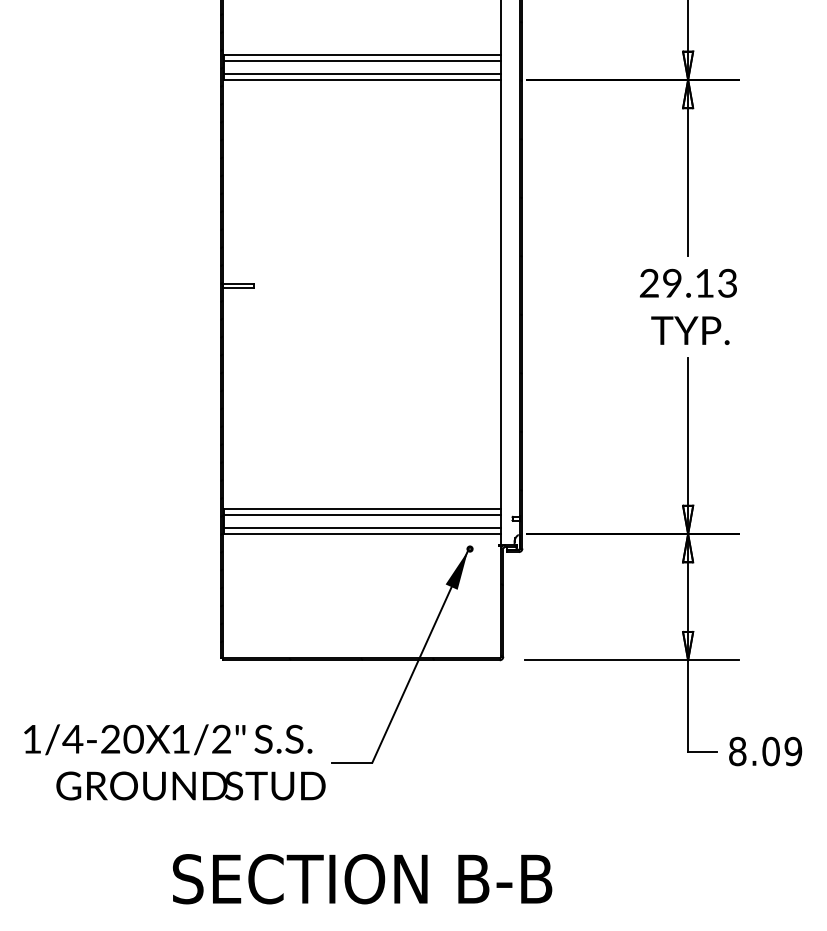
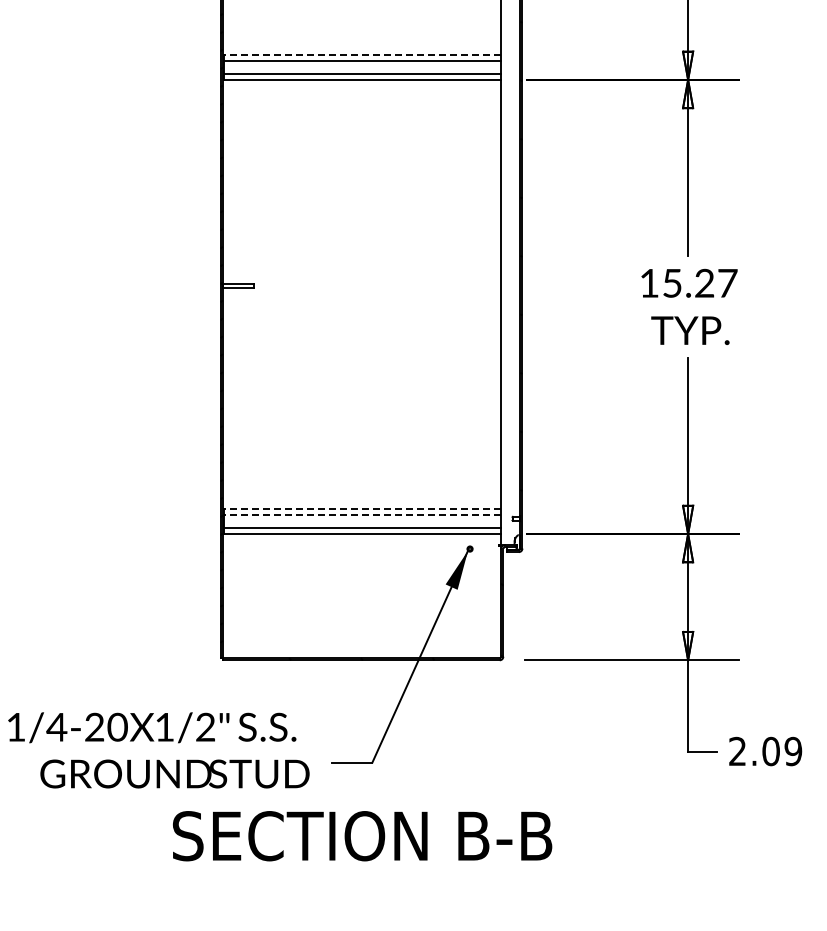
line at (362, 54): solid -> dashed
text at (688, 282): 29.13 -> 15.27
line at (362, 508): solid -> dashed
line at (362, 514): solid -> dashed
text at (737, 751): 8.09 -> 2.09
text at (174, 762) position: (174, 762) -> (158, 750)
text at (362, 879) position: (362, 879) -> (362, 836)
